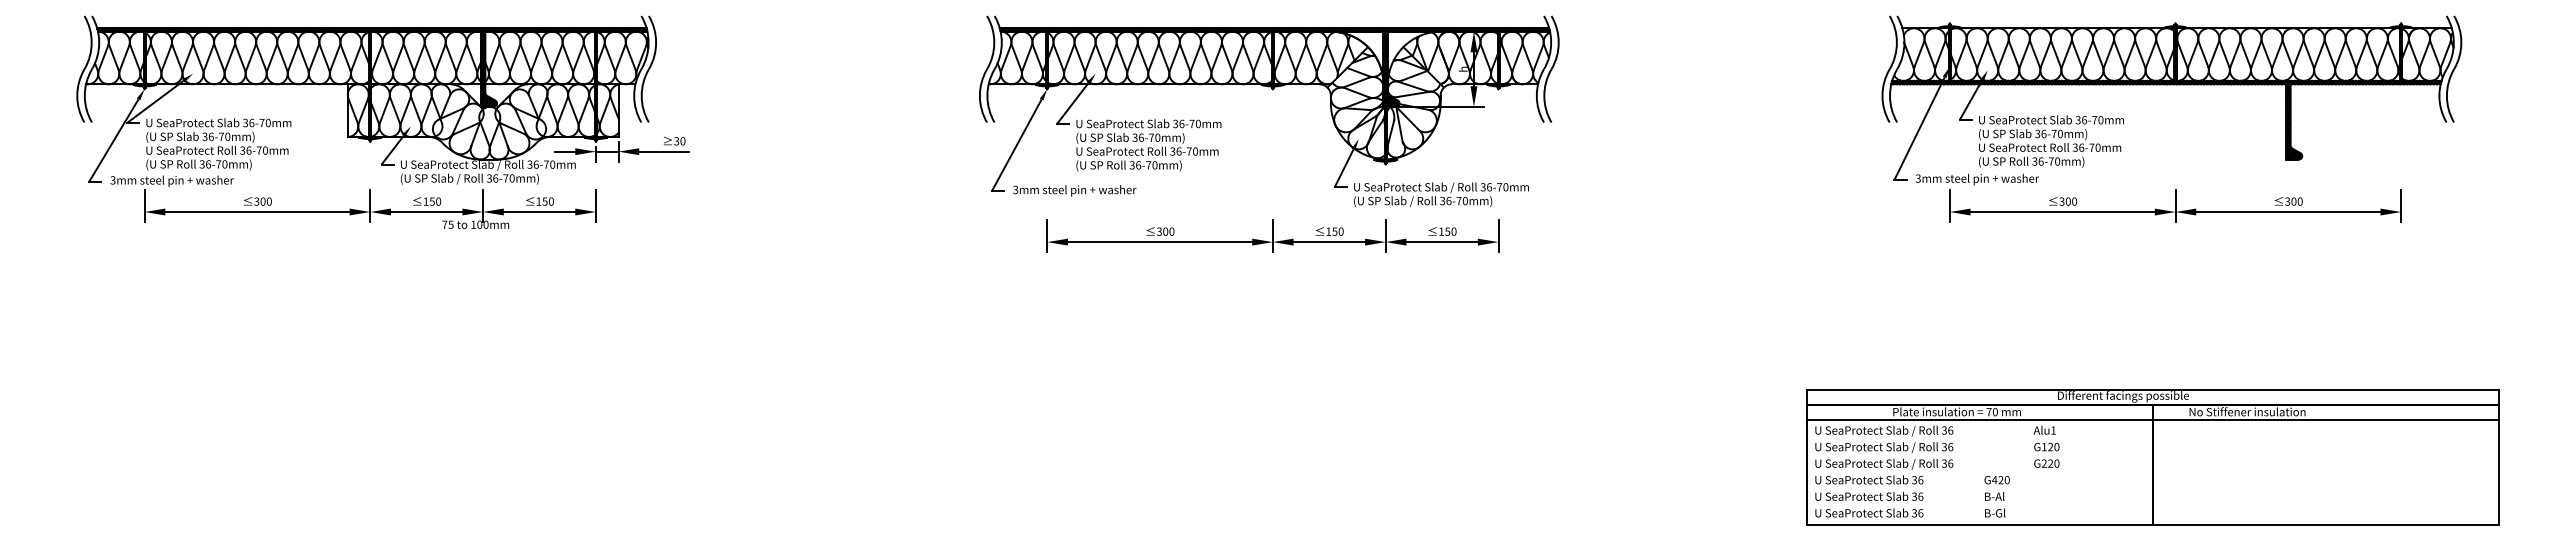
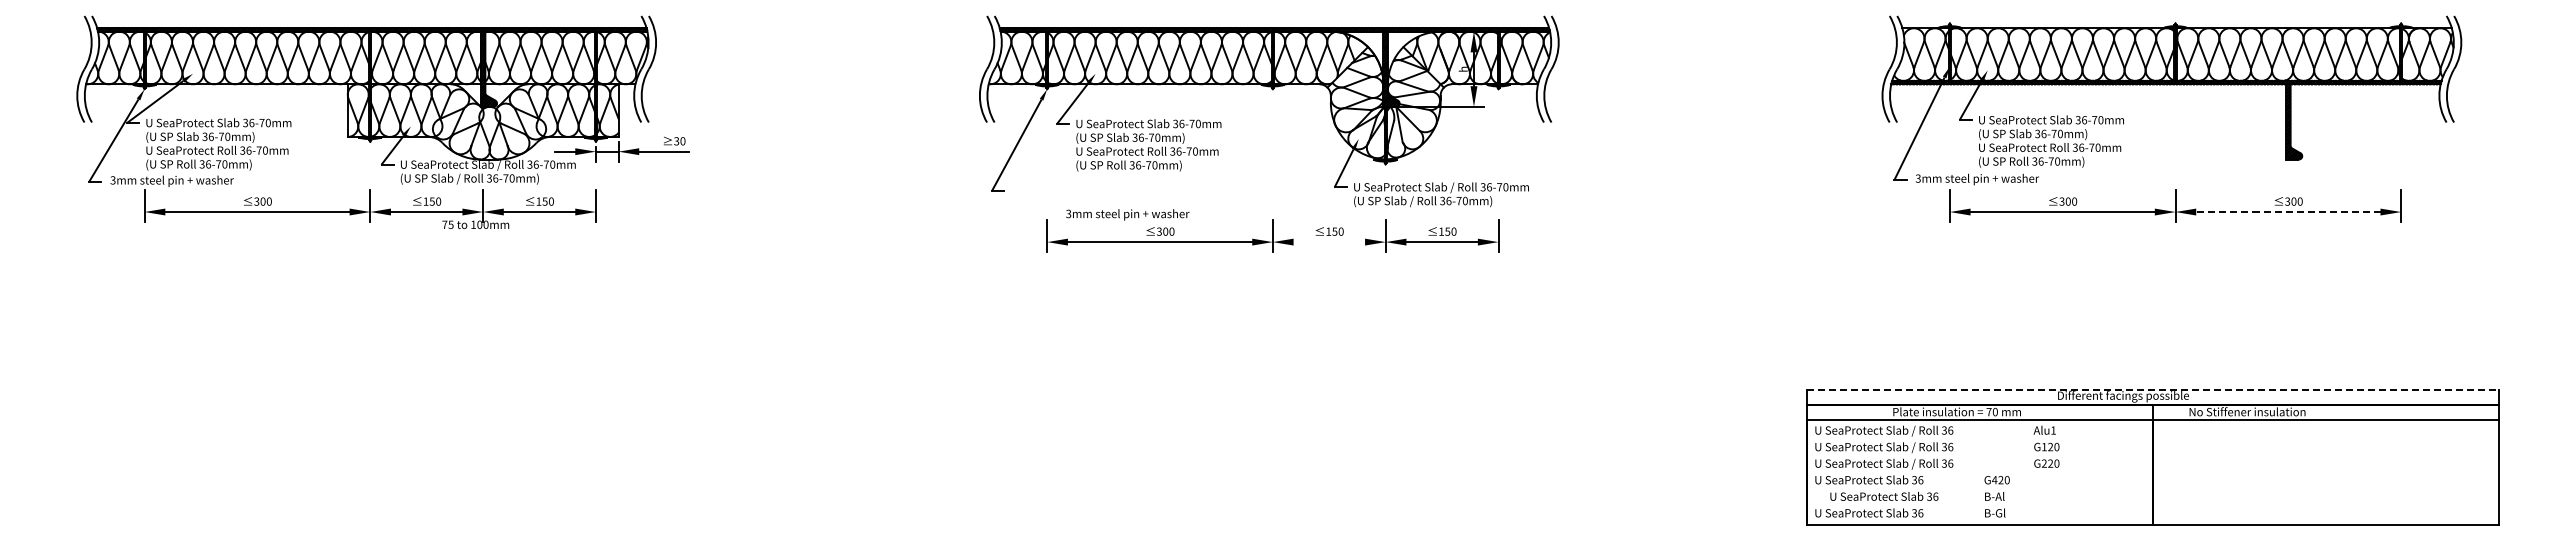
text at (1074, 190) position: (1074, 190) -> (1127, 214)
line at (2287, 212): solid -> dashed
line at (1329, 242): present -> none
line at (2152, 389): solid -> dashed
text at (1869, 496) position: (1869, 496) -> (1884, 496)
